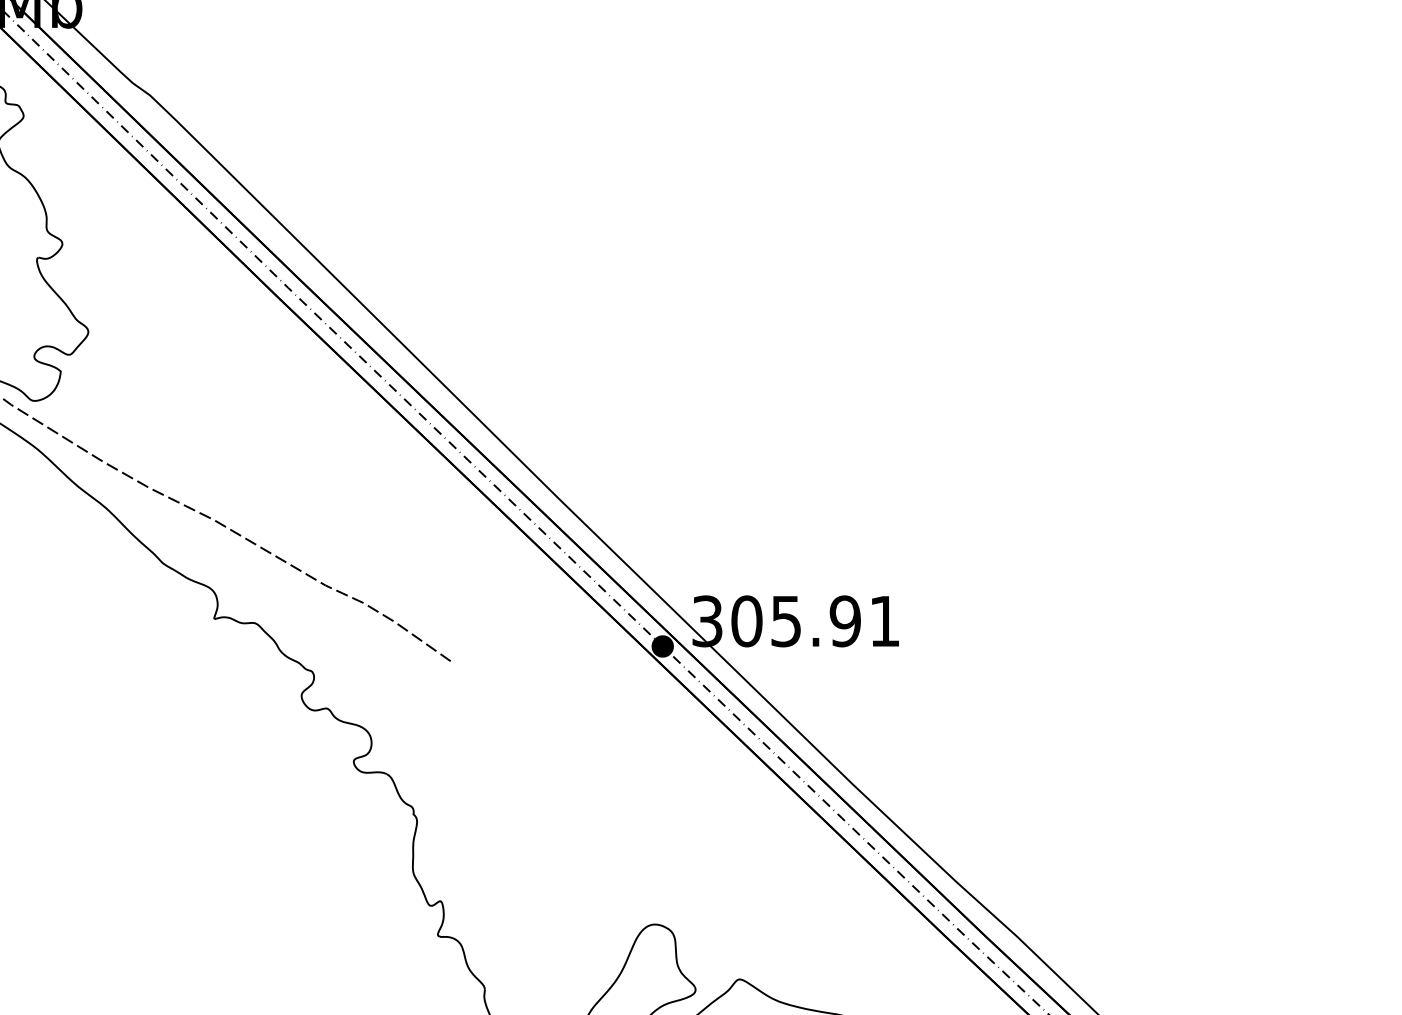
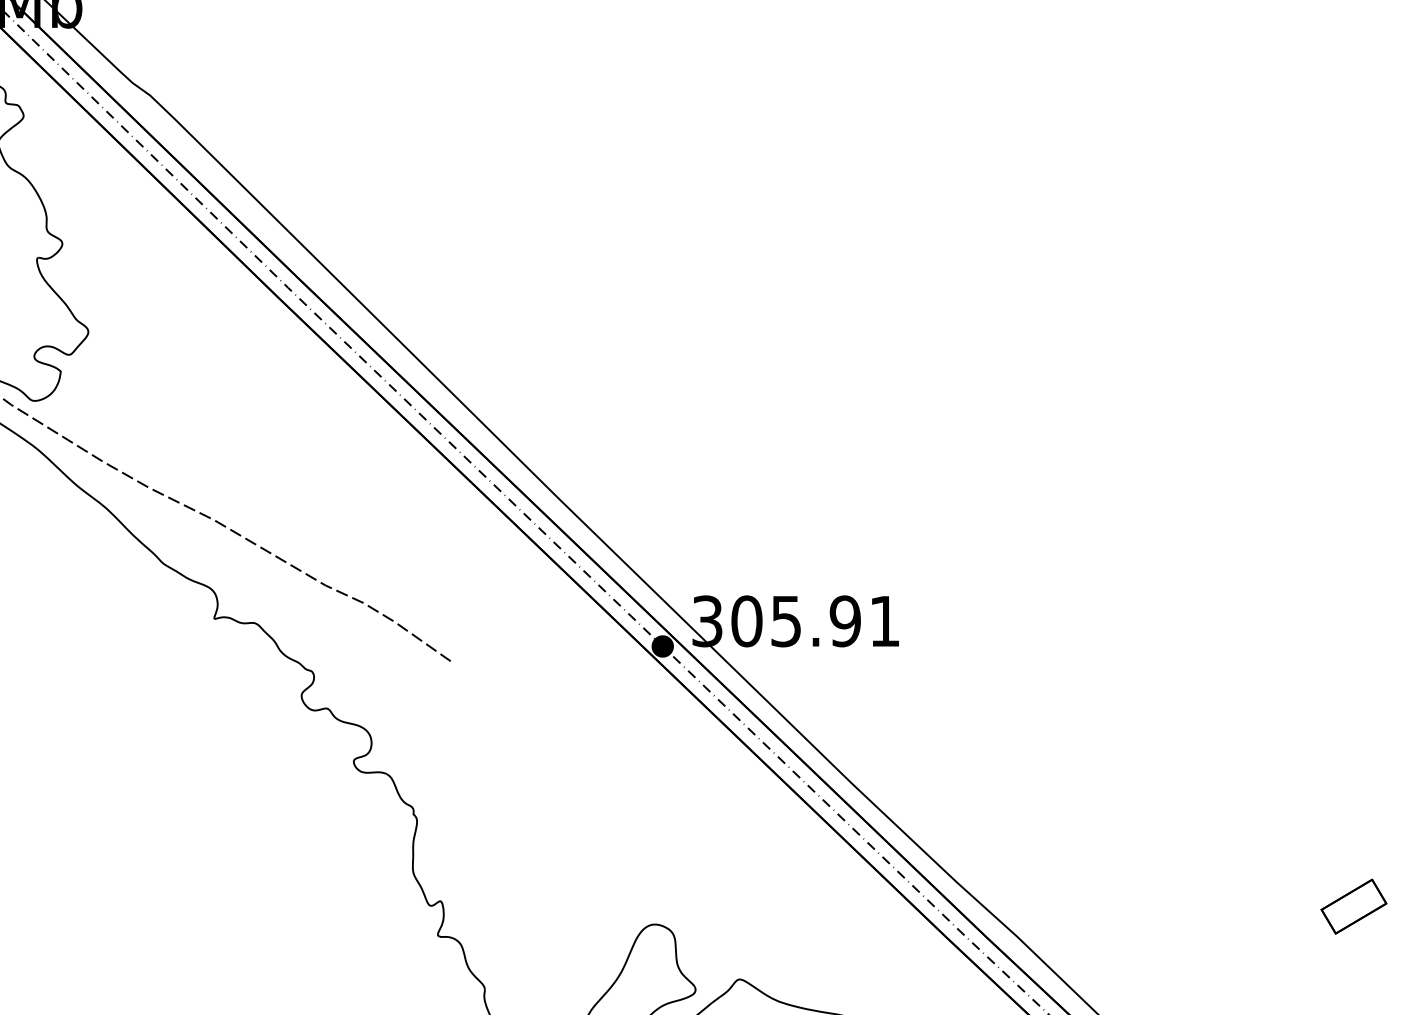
part at (1353, 906): none -> present
